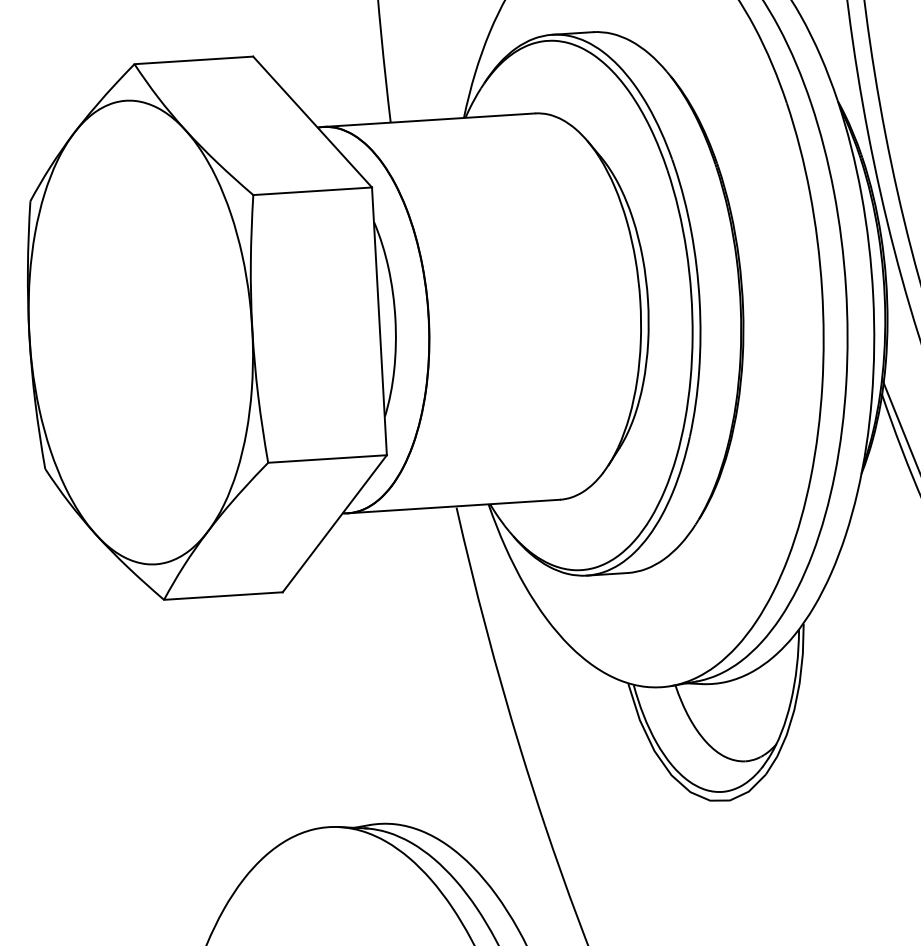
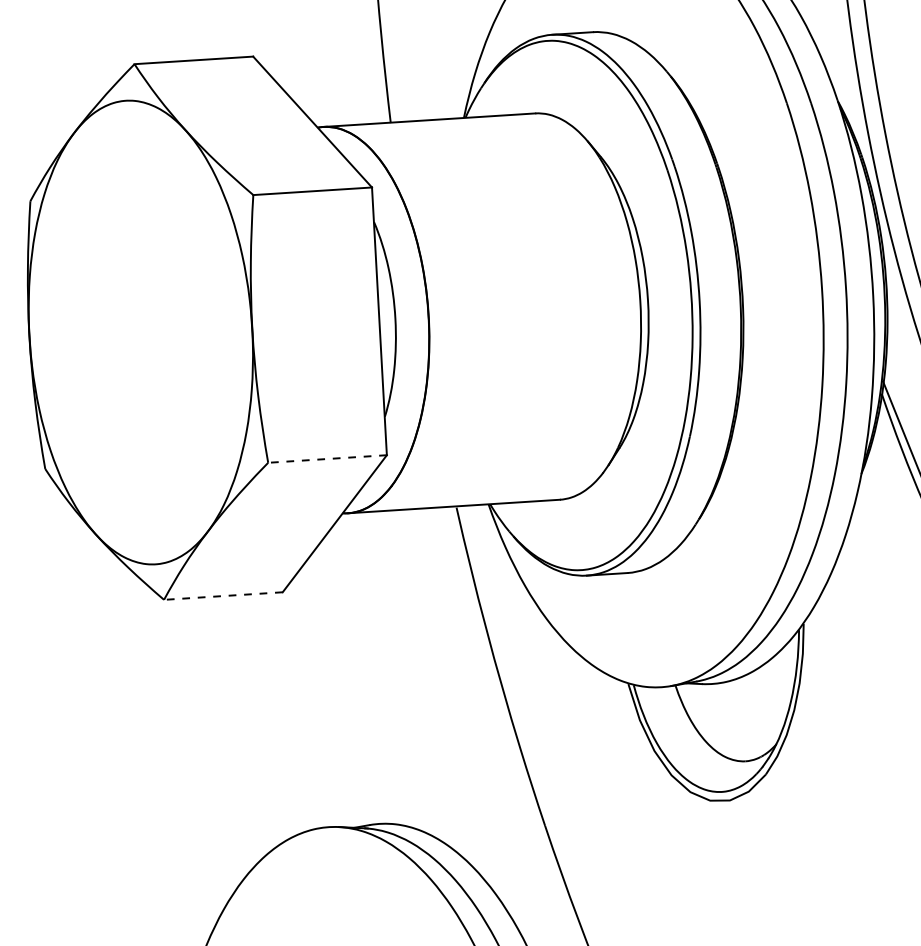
line at (327, 459): solid -> dashed
line at (222, 596): solid -> dashed
